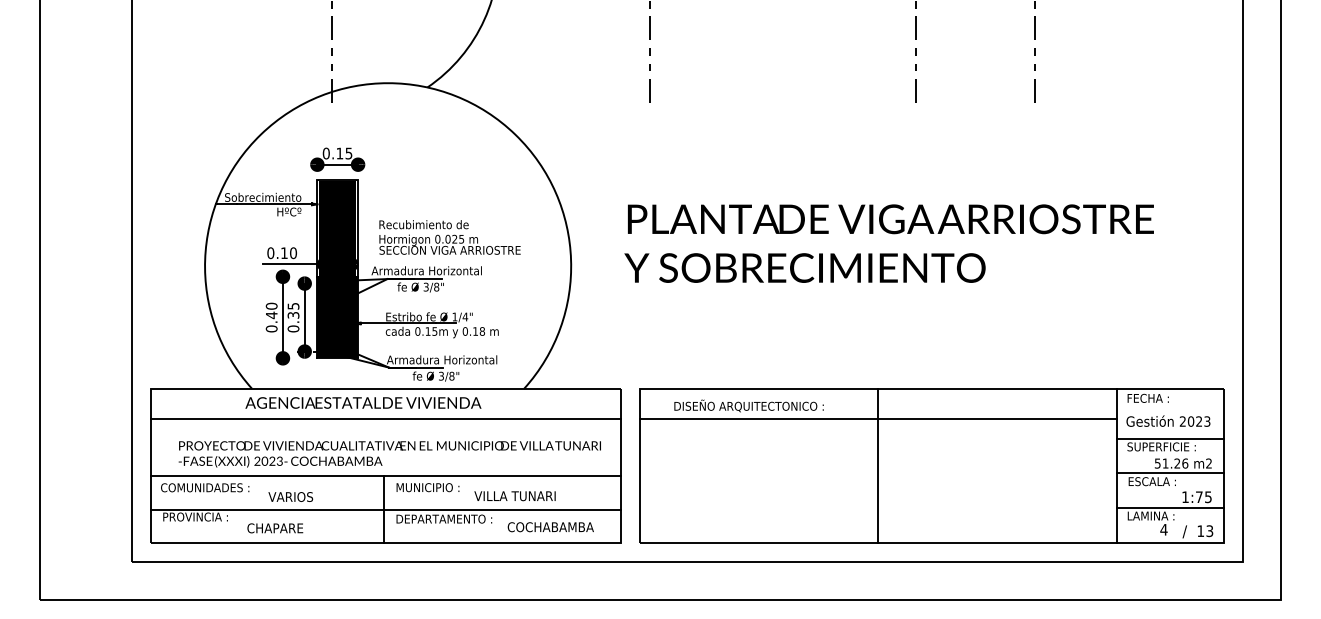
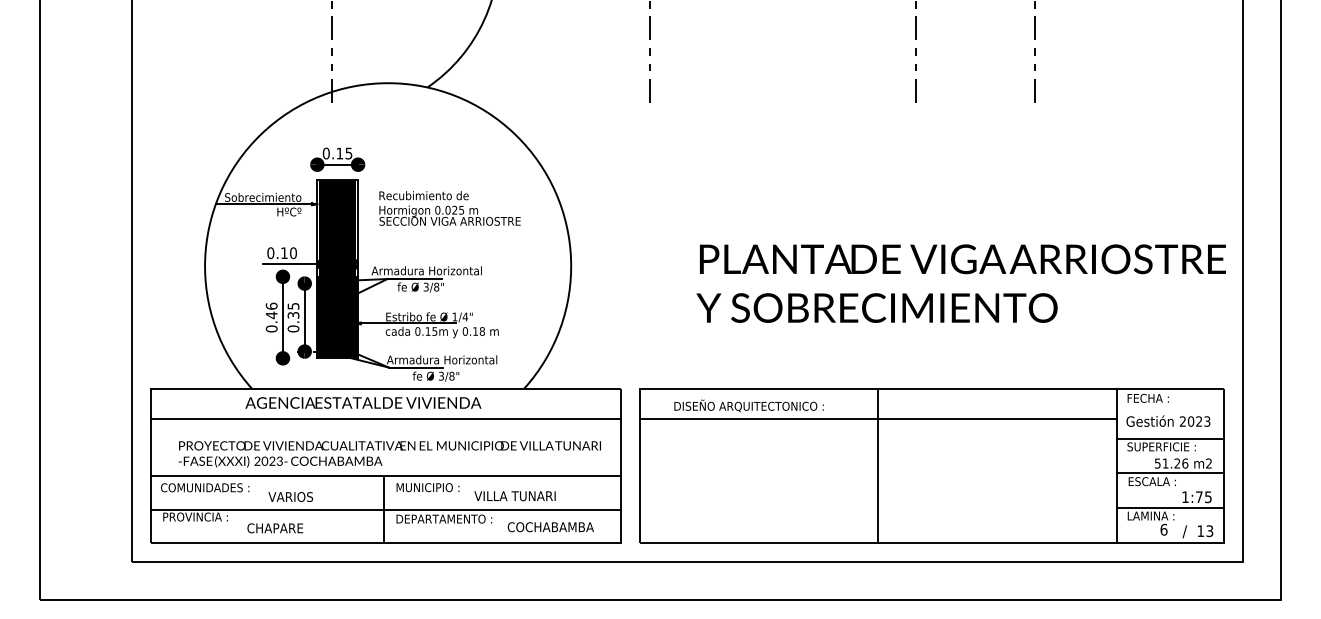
text at (449, 237) position: (449, 237) -> (449, 208)
text at (888, 243) position: (888, 243) -> (960, 283)
text at (271, 305): 0.40 -> 0.46
text at (1163, 529): 4 -> 6
